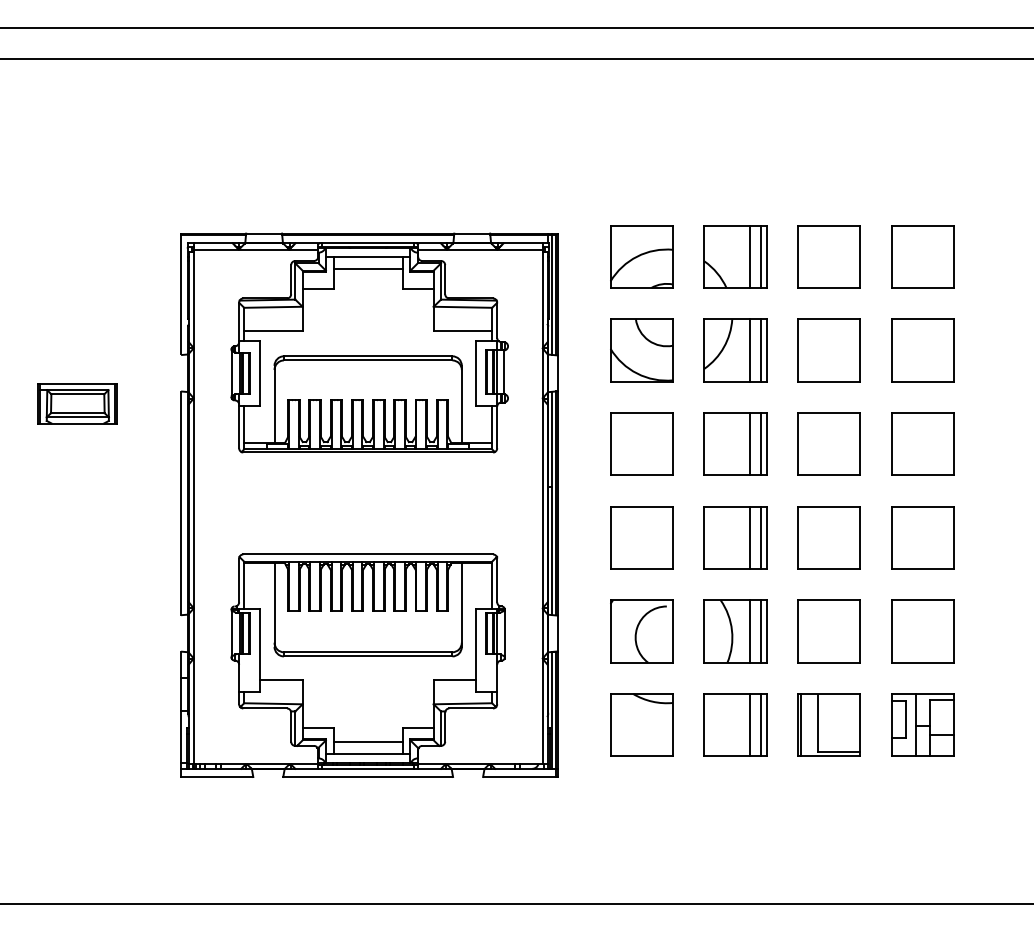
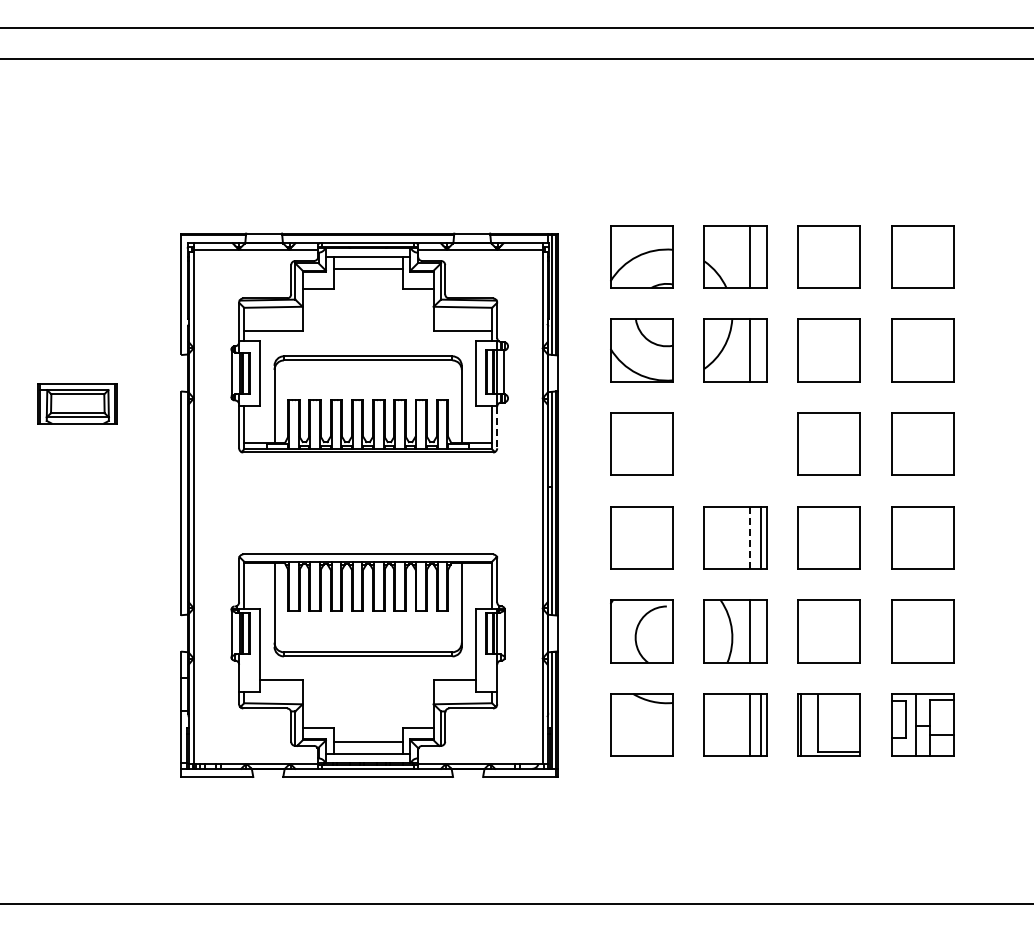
line at (760, 256): present -> none
line at (760, 350): present -> none
line at (497, 427): solid -> dashed
part at (735, 443): present -> none
line at (750, 537): solid -> dashed
line at (760, 631): present -> none
